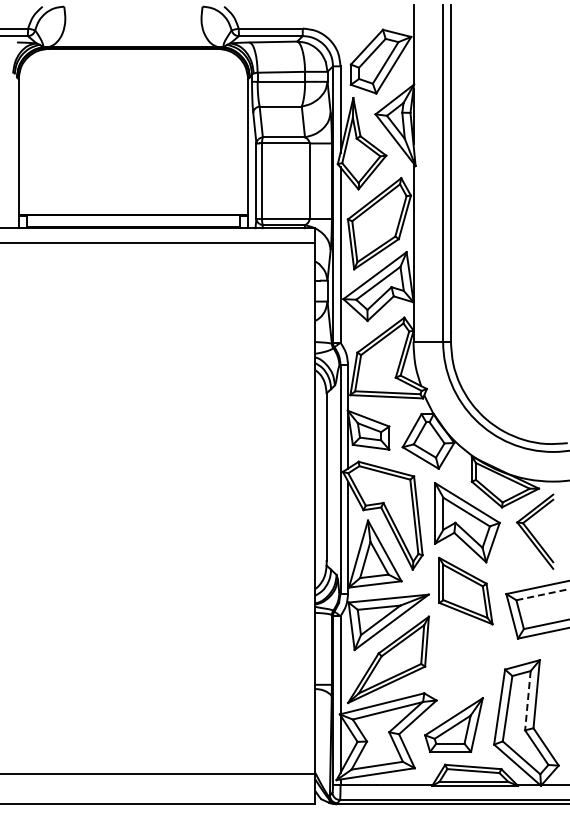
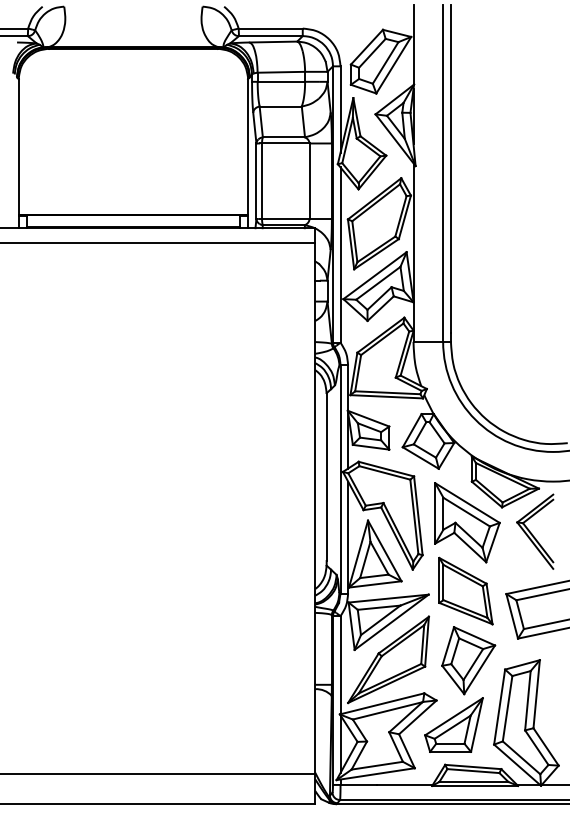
line at (543, 594): dashed -> solid
part at (468, 660): none -> present
line at (527, 700): dashed -> solid
